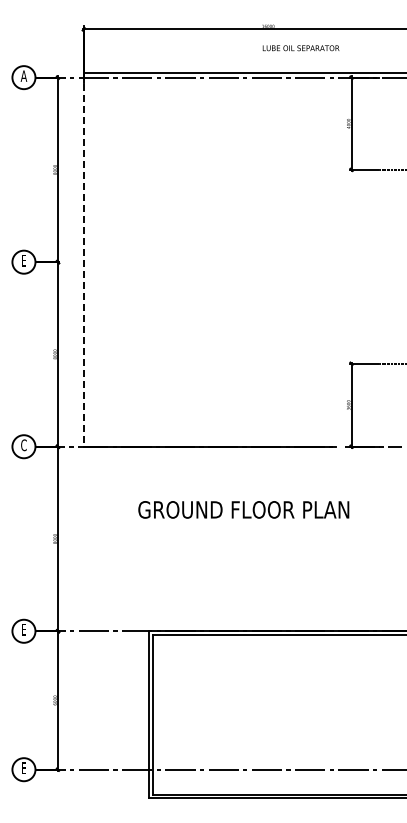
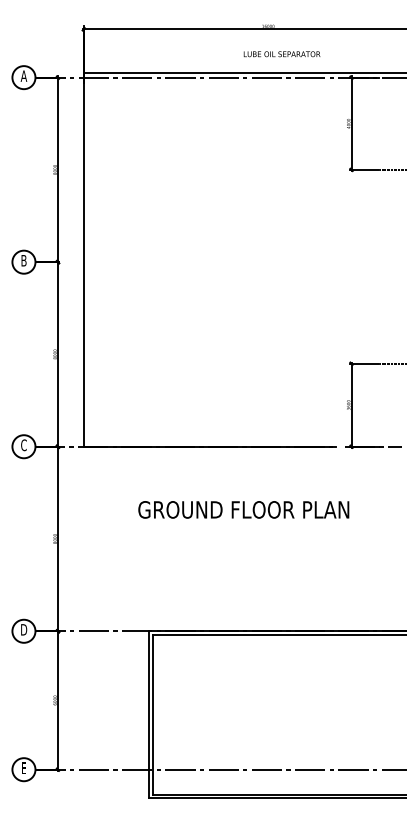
text at (300, 48) position: (300, 48) -> (281, 54)
text at (23, 260): E -> B
line at (83, 260): dashed -> solid
text at (24, 629): E -> D
